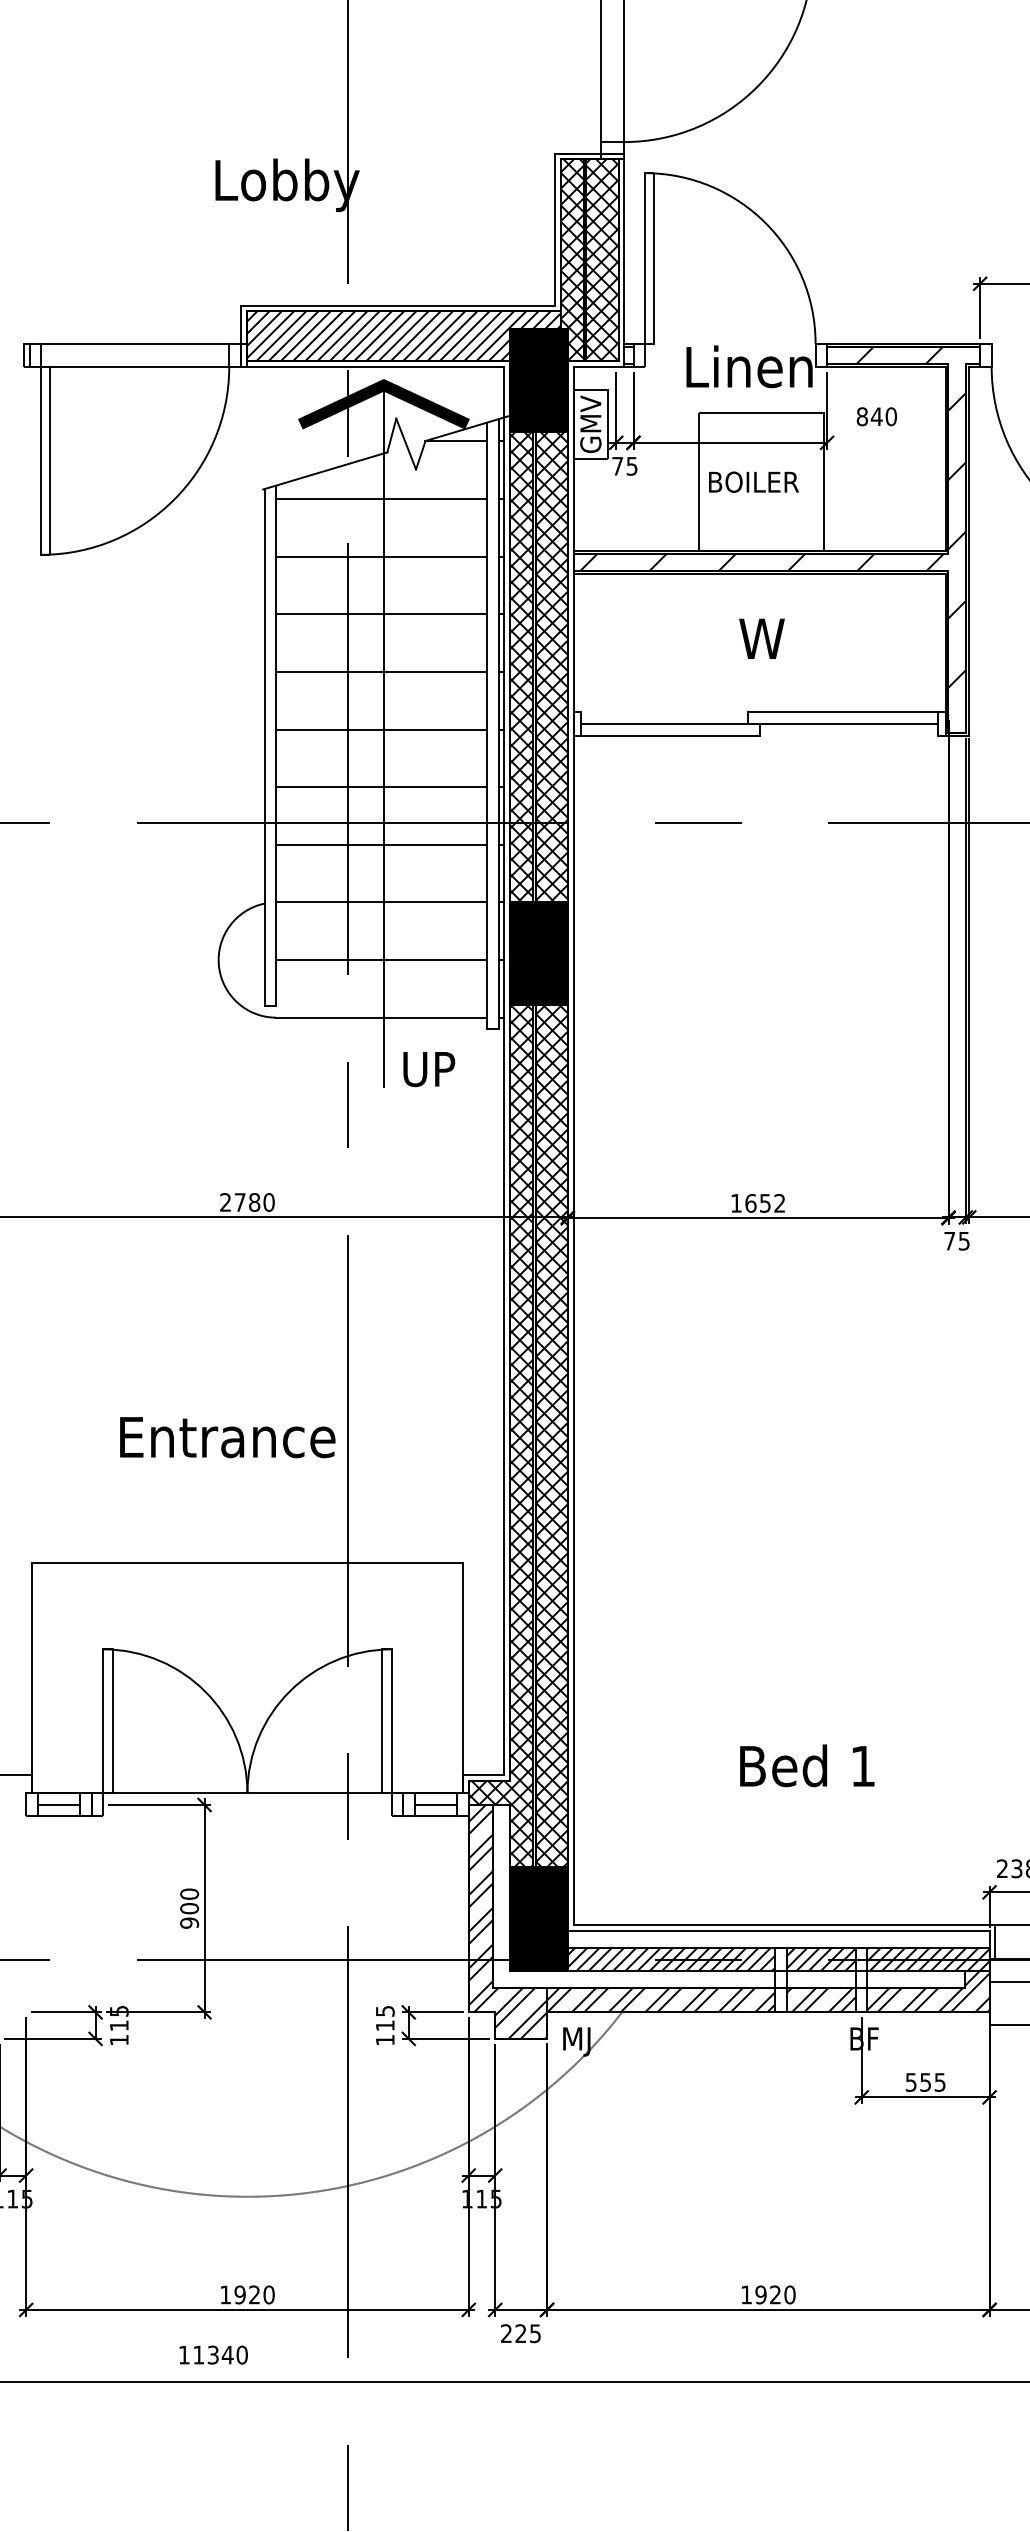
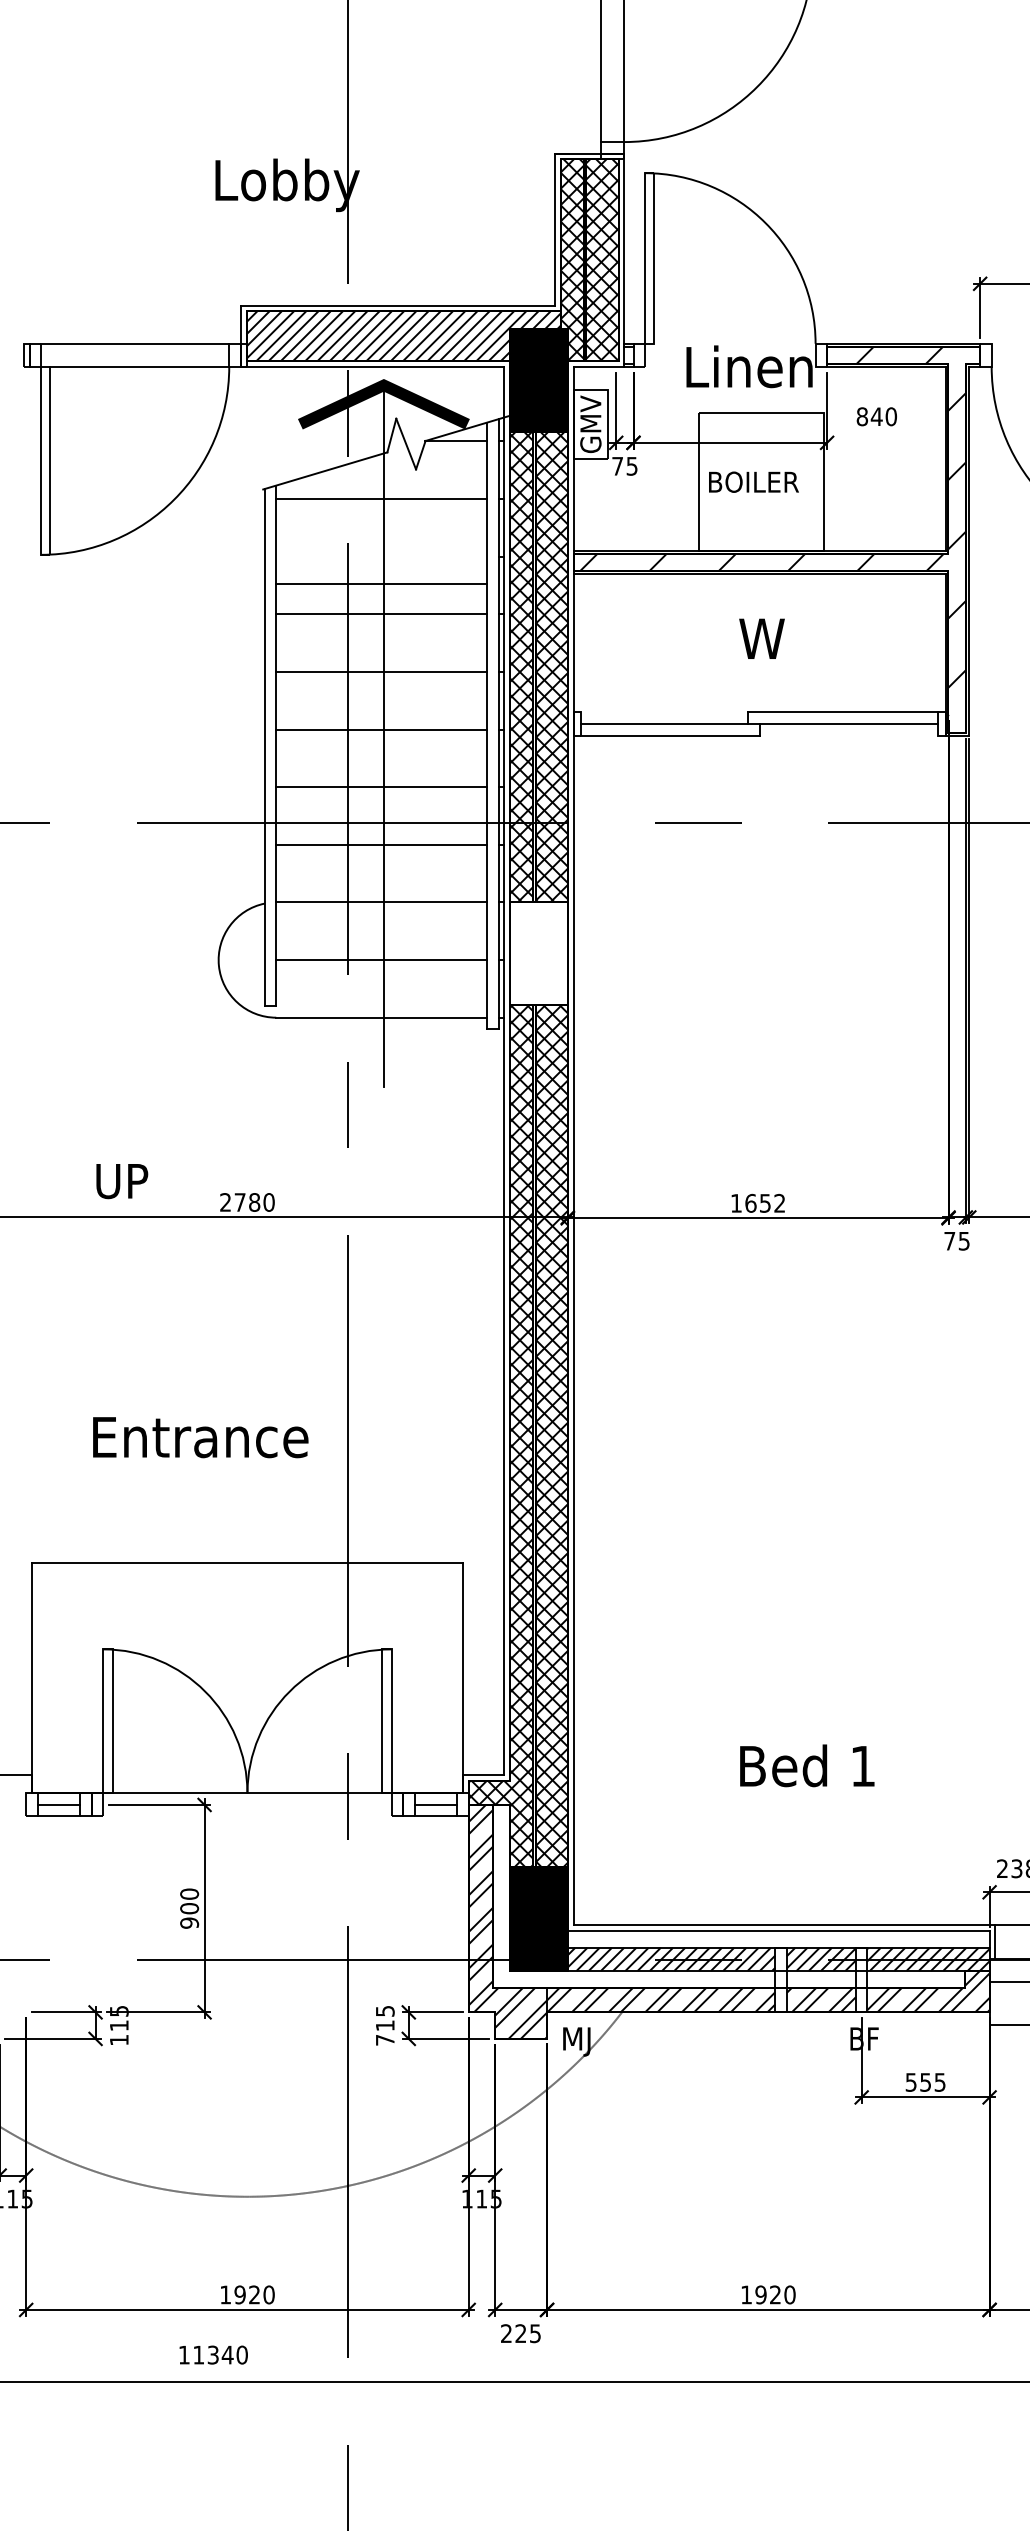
line at (381, 556) position: (381, 556) -> (381, 583)
fill at (538, 953): present -> none
text at (429, 1069) position: (429, 1069) -> (122, 1181)
text at (227, 1437) position: (227, 1437) -> (200, 1437)
text at (385, 2040): 115 -> 715
